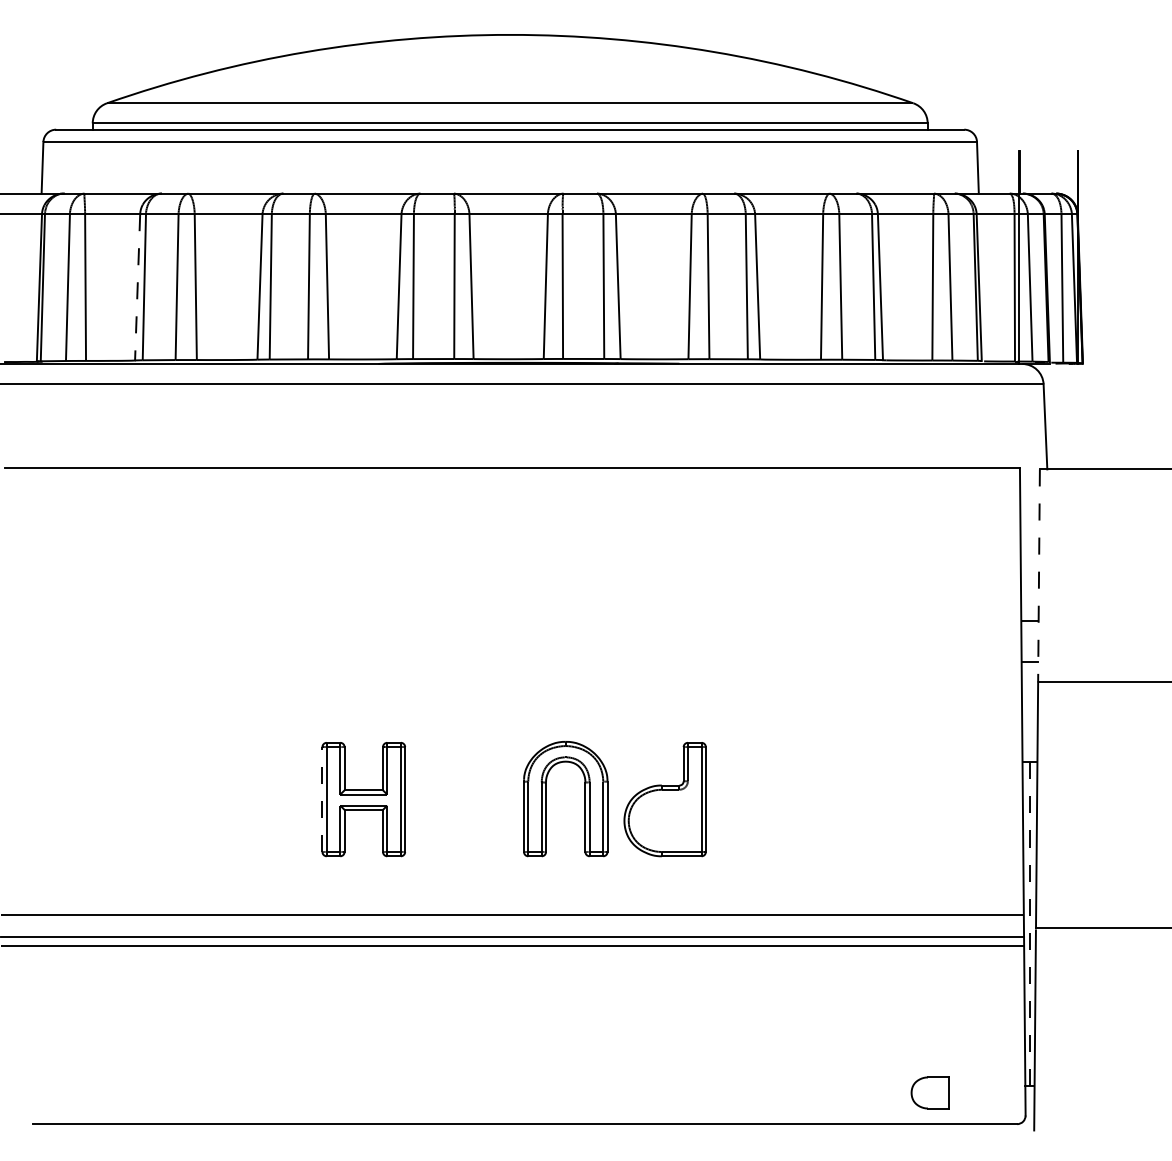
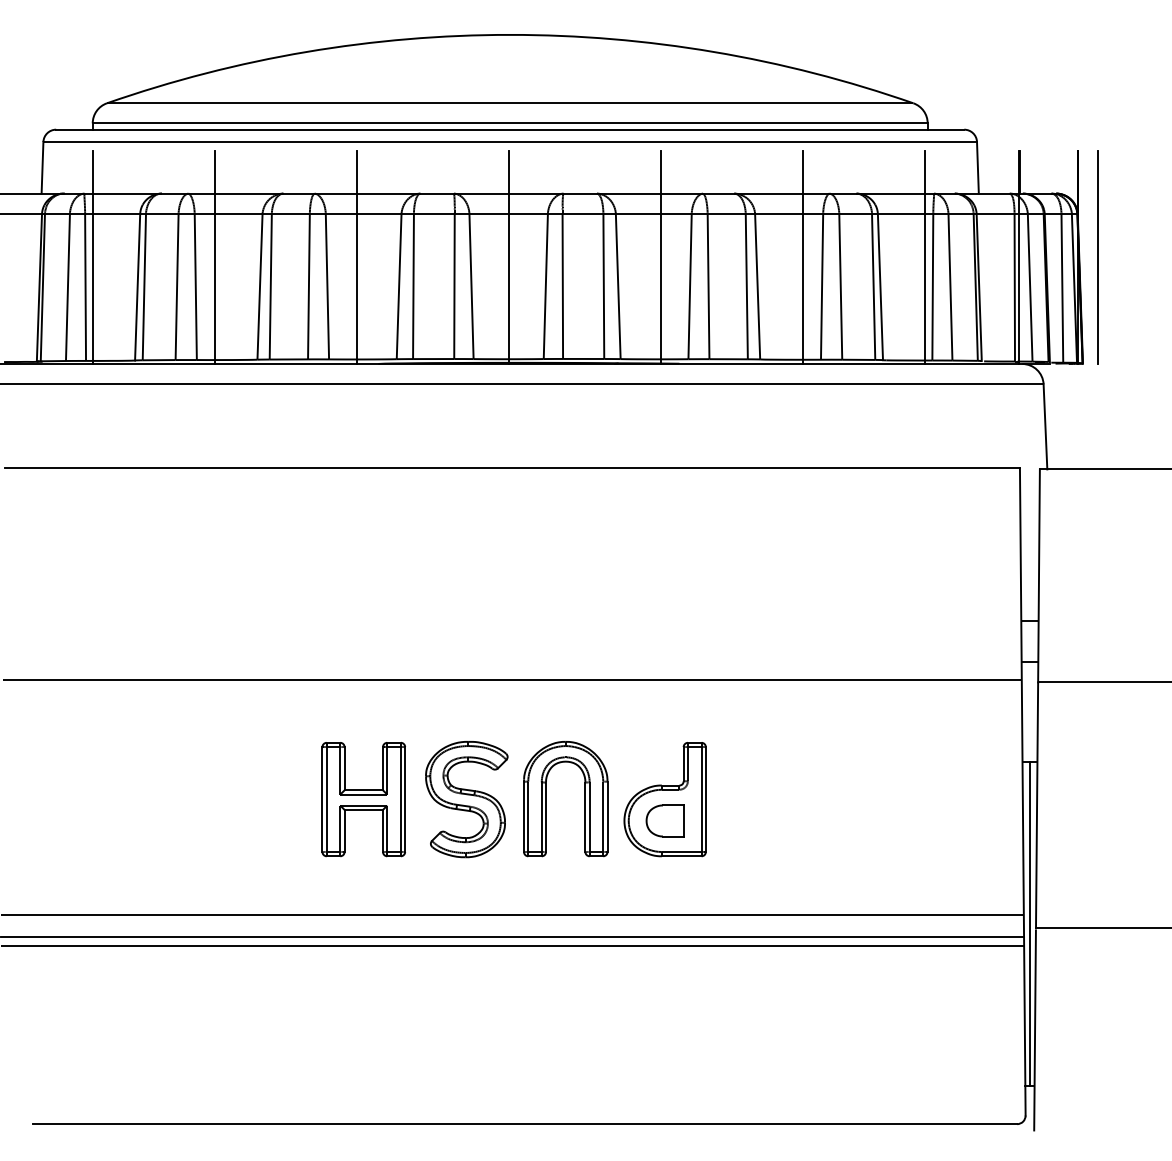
line at (93, 256): none -> present
line at (214, 256): none -> present
line at (356, 256): none -> present
line at (508, 256): none -> present
line at (660, 256): none -> present
line at (802, 256): none -> present
line at (924, 256): none -> present
line at (1098, 256): none -> present
line at (137, 287): dashed -> solid
line at (1039, 575): dashed -> solid
line at (511, 679): none -> present
line at (322, 799): dashed -> solid
part at (466, 799): none -> present
line at (1029, 924): dashed -> solid
part at (929, 1092) position: (929, 1092) -> (664, 820)
